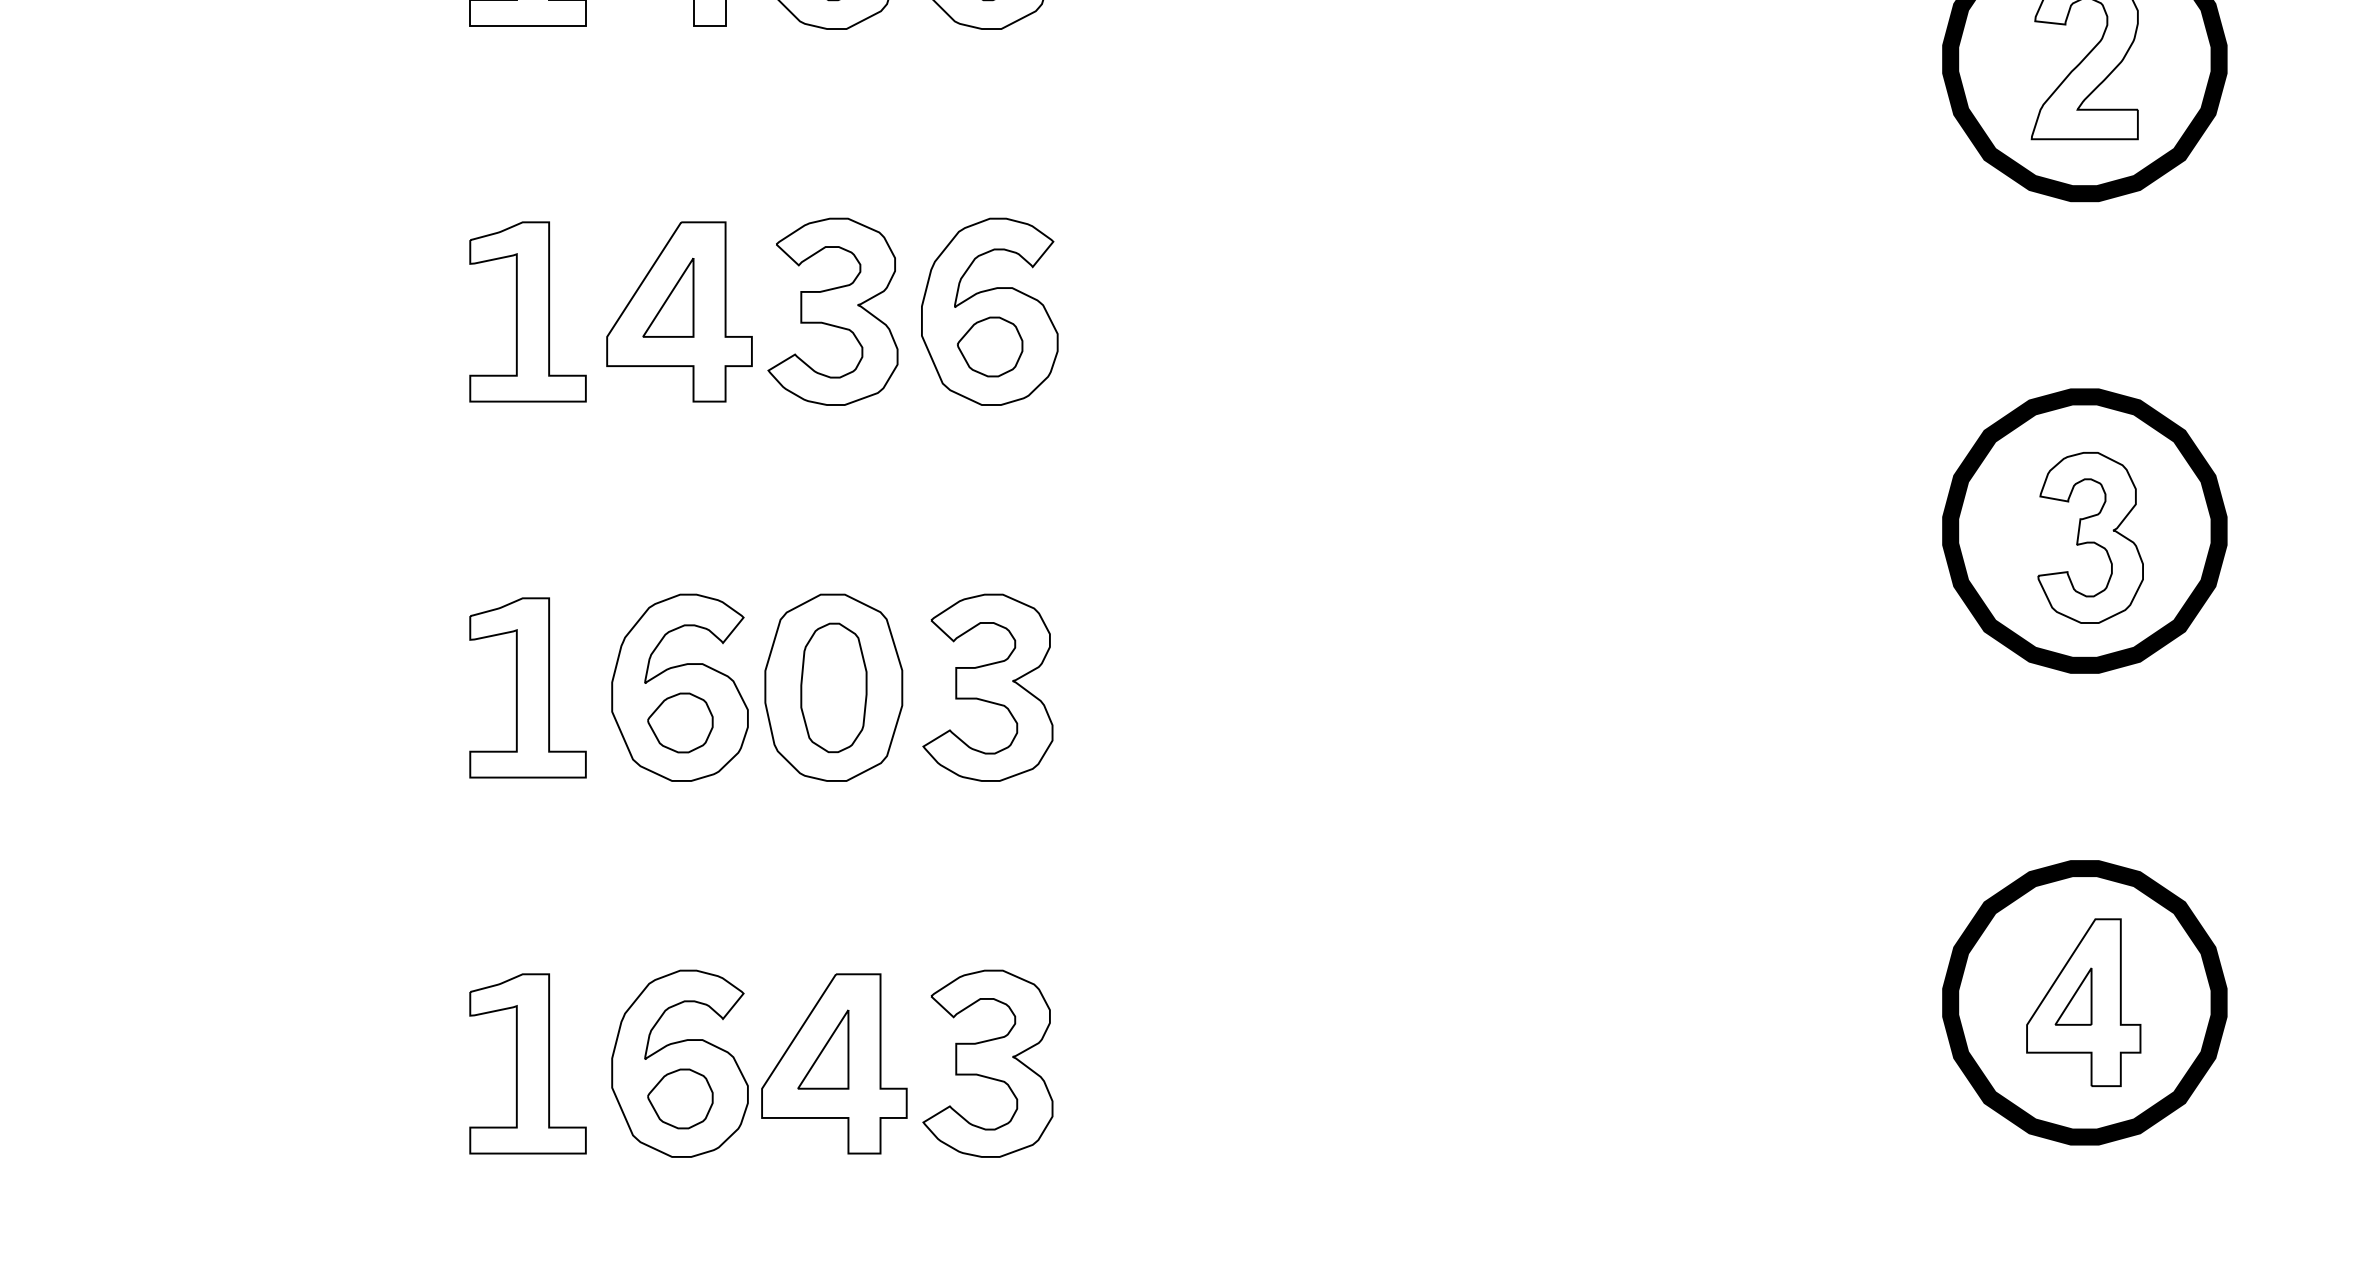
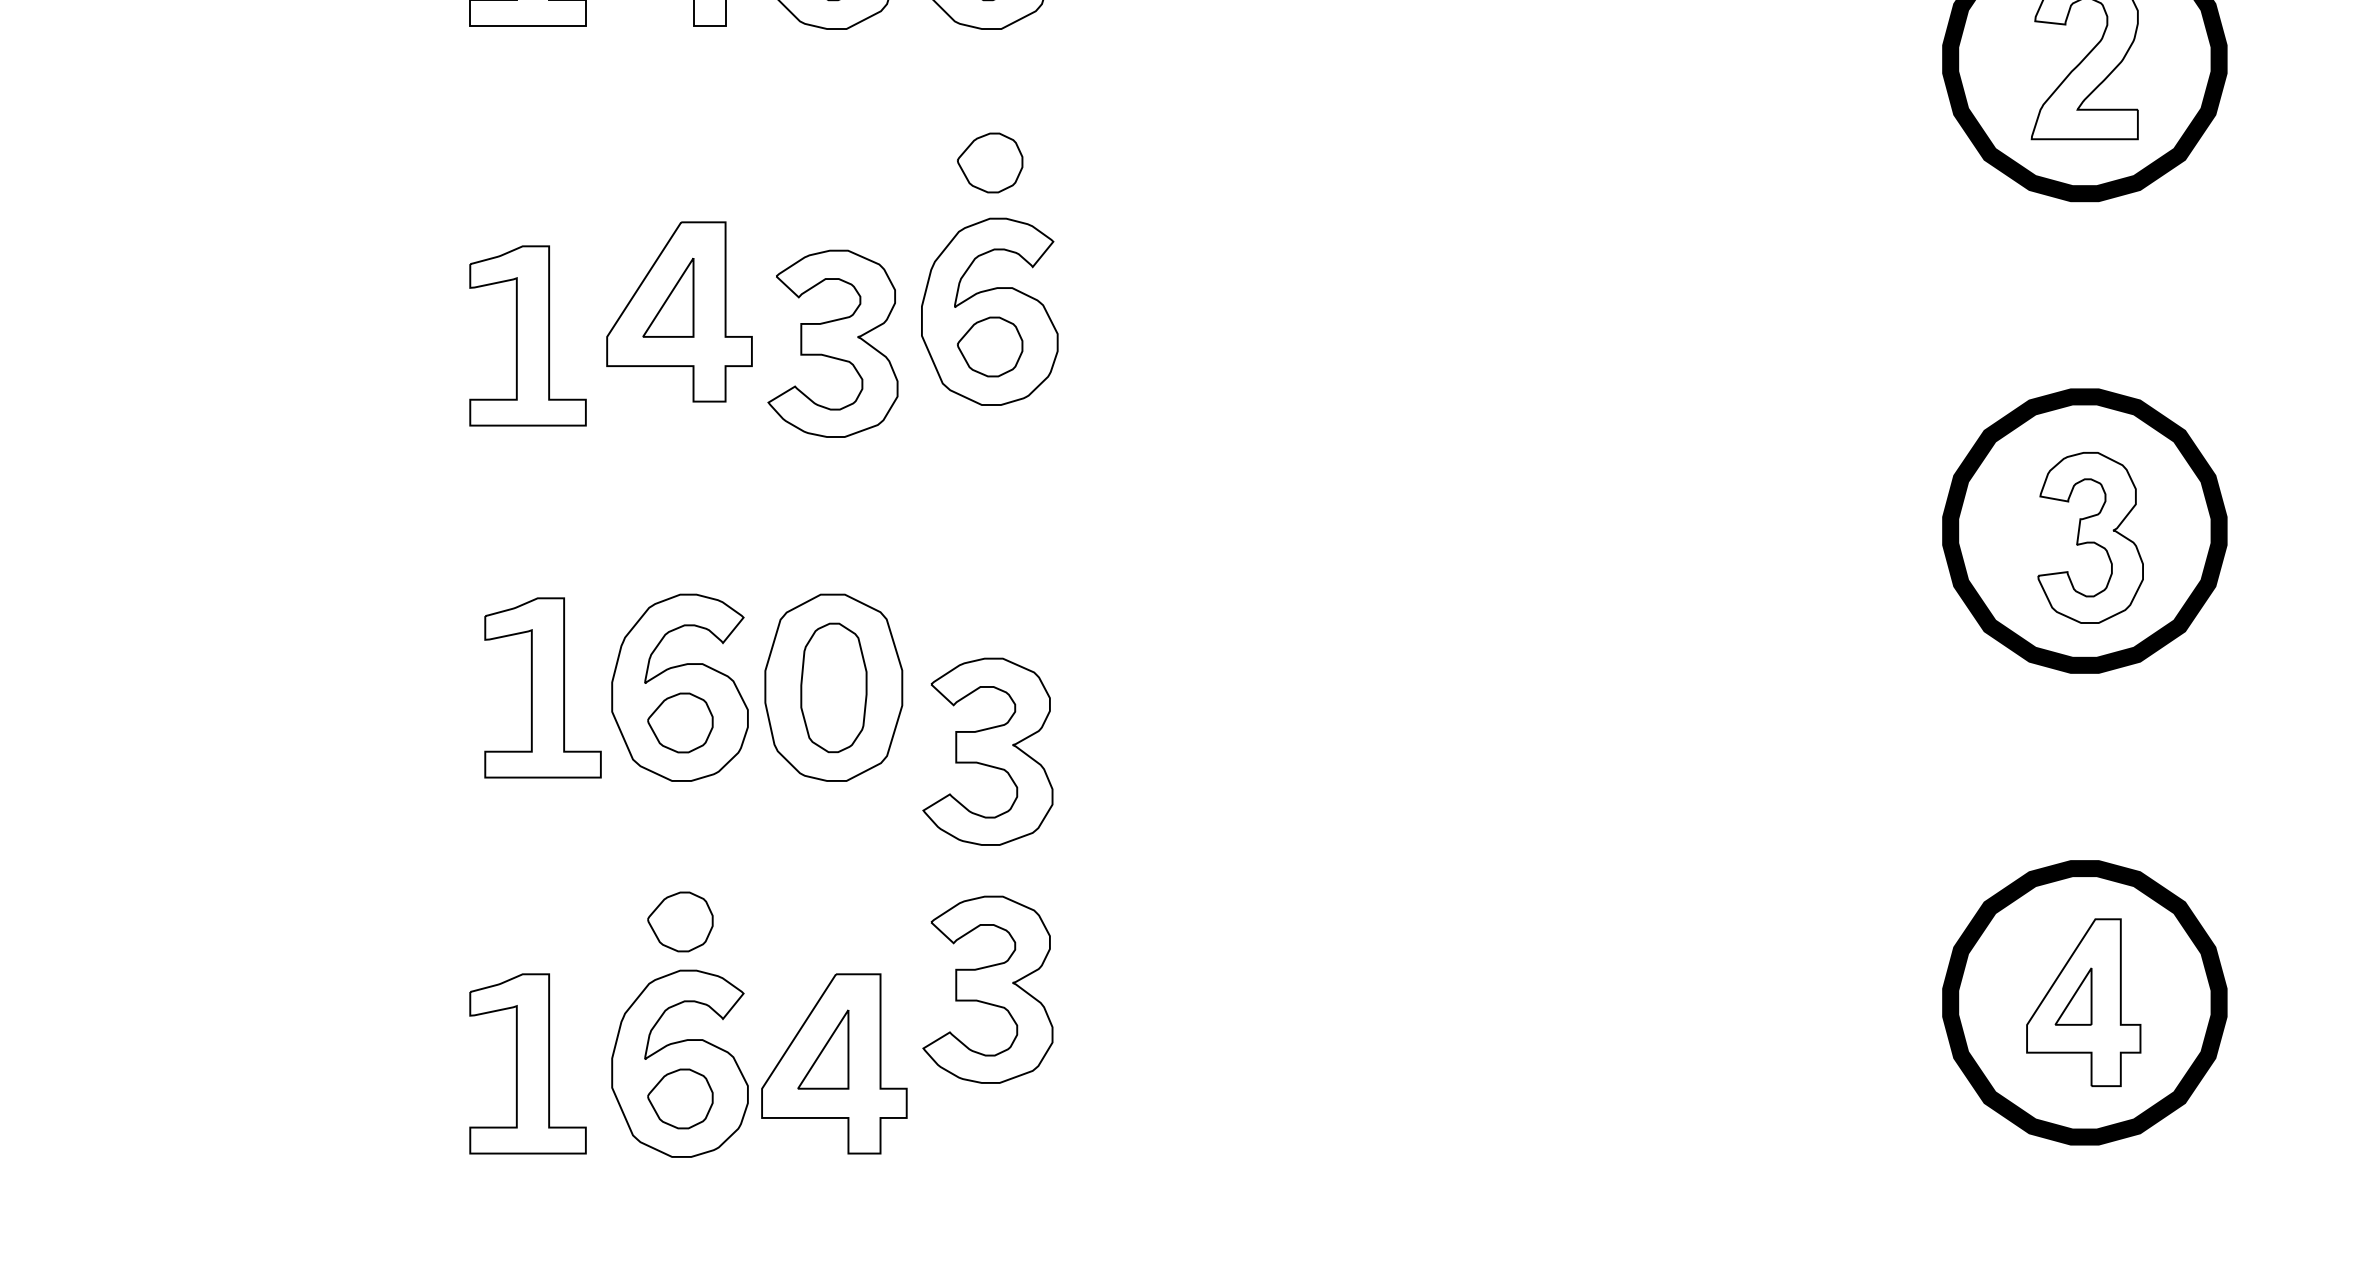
part at (990, 162): none -> present
part at (527, 311) position: (527, 311) -> (527, 335)
part at (832, 311) position: (832, 311) -> (832, 343)
part at (527, 687) position: (527, 687) -> (542, 687)
part at (987, 687) position: (987, 687) -> (987, 751)
part at (680, 921): none -> present
part at (987, 1063) position: (987, 1063) -> (987, 989)
